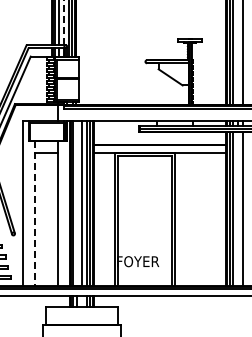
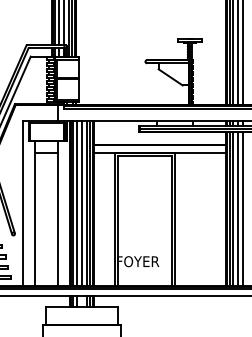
line at (63, 22): dashed -> solid
line at (238, 53): none -> present
line at (77, 202): none -> present
line at (238, 208): none -> present
line at (34, 213): dashed -> solid
